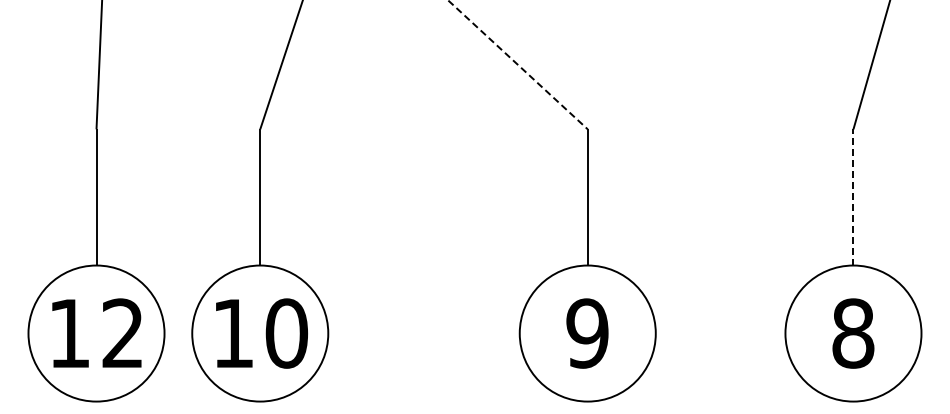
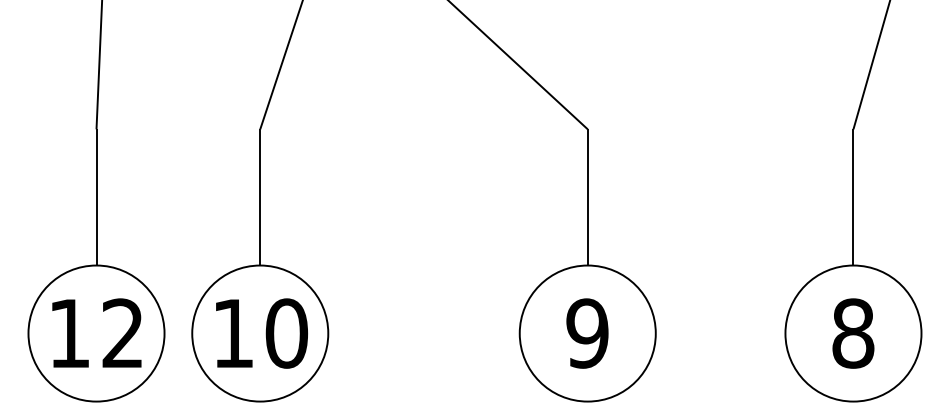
line at (518, 64): dashed -> solid
line at (853, 196): dashed -> solid
